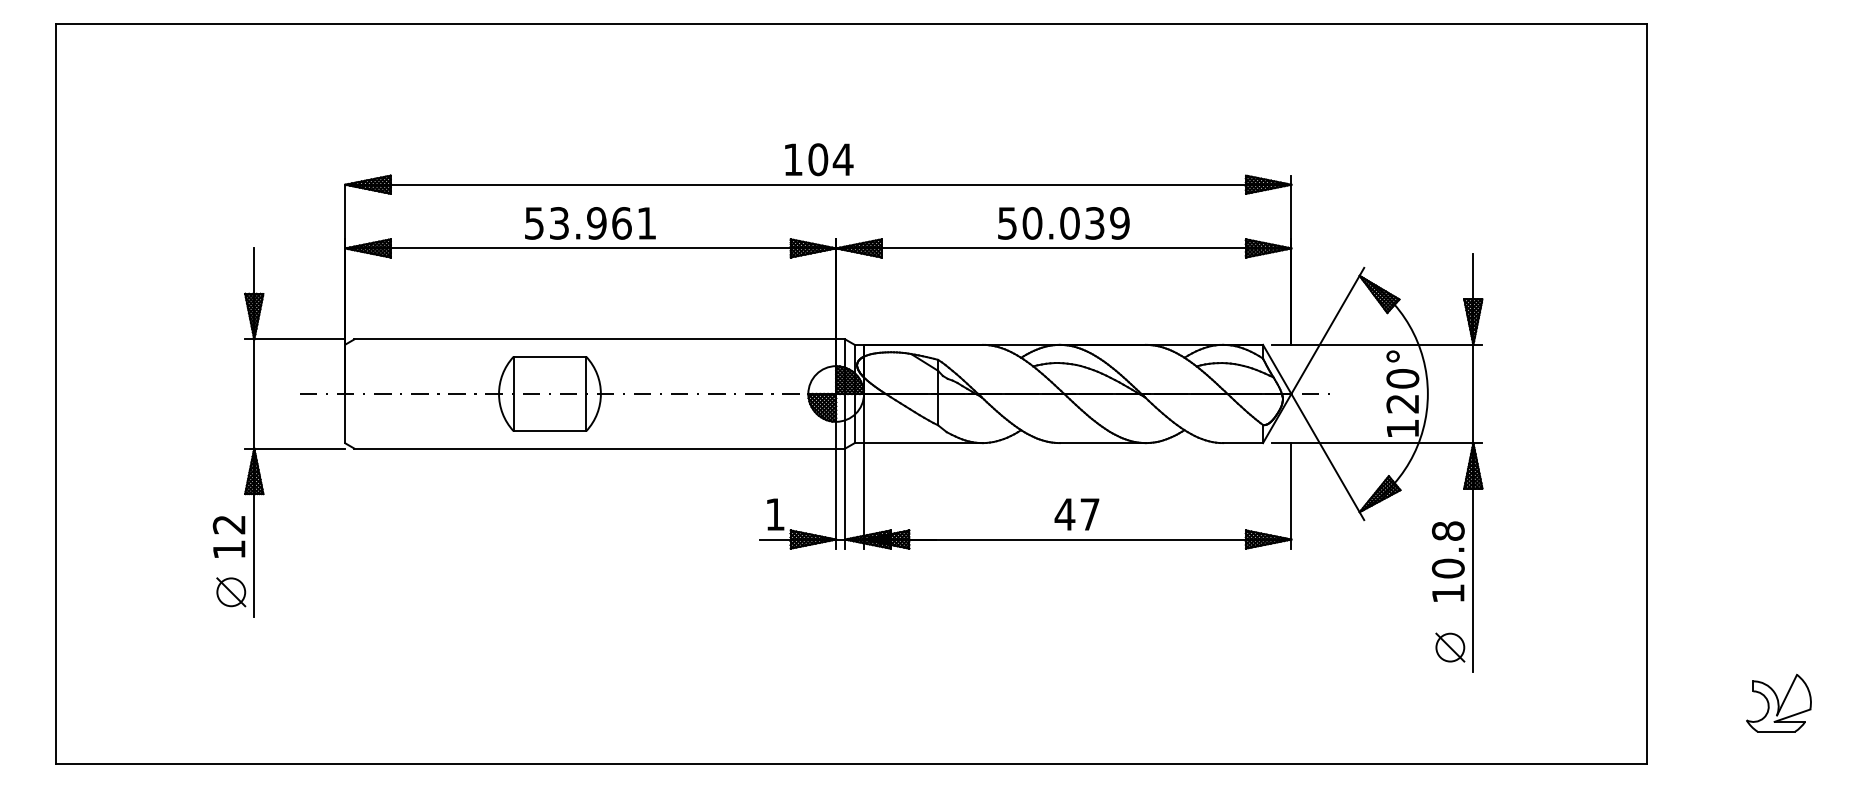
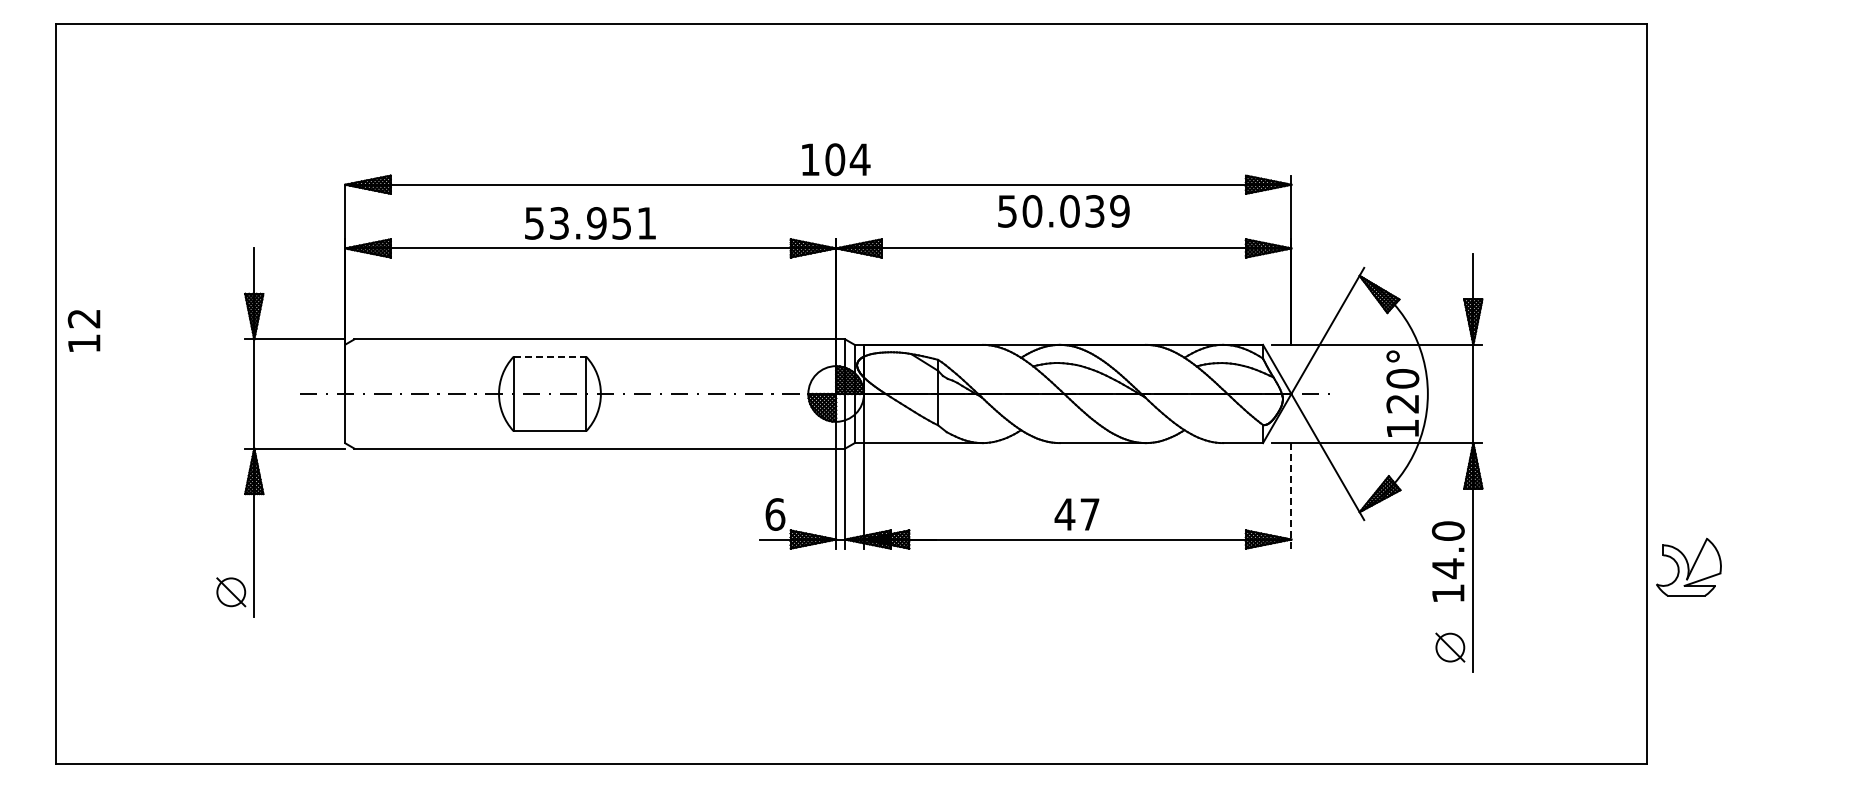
text at (819, 159) position: (819, 159) -> (836, 159)
text at (621, 223): 53.961 -> 53.951
text at (1063, 223) position: (1063, 223) -> (1063, 211)
line at (550, 356): solid -> dashed
line at (1291, 495): solid -> dashed
text at (775, 514): 1 -> 6
text at (228, 536) position: (228, 536) -> (83, 330)
text at (1447, 550): 10.8 -> 14.0
part at (1778, 702) position: (1778, 702) -> (1688, 566)
